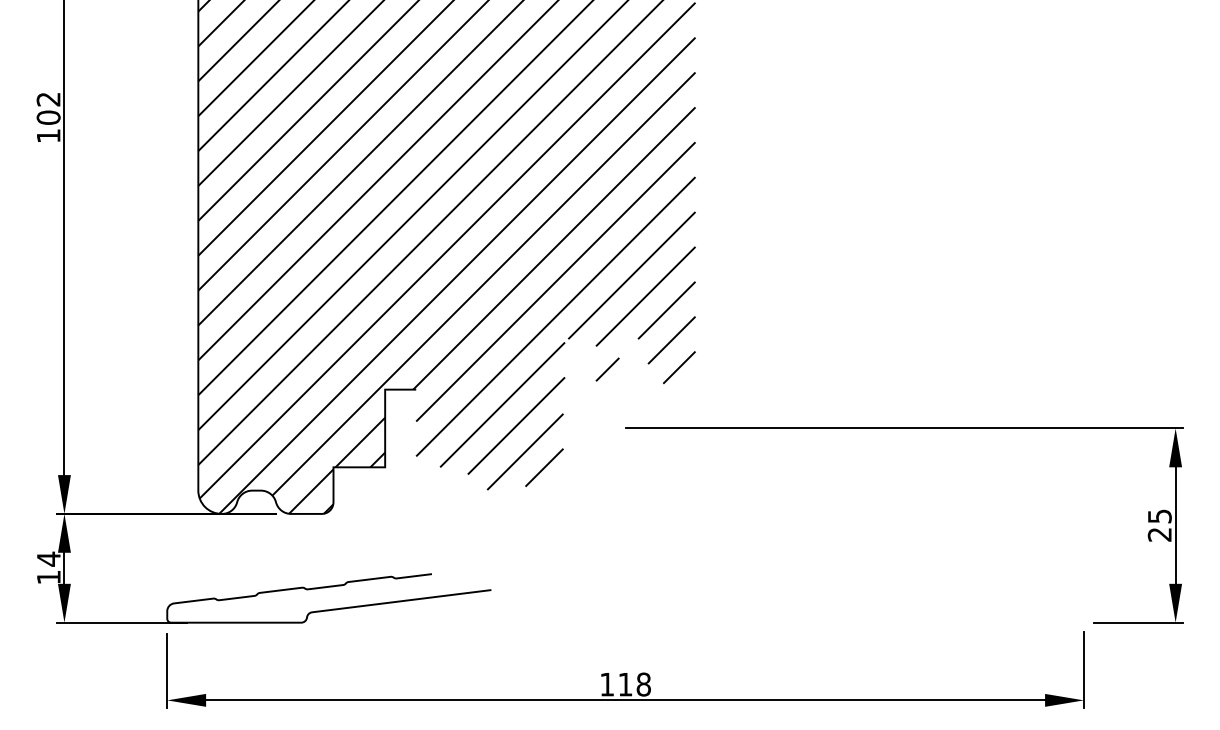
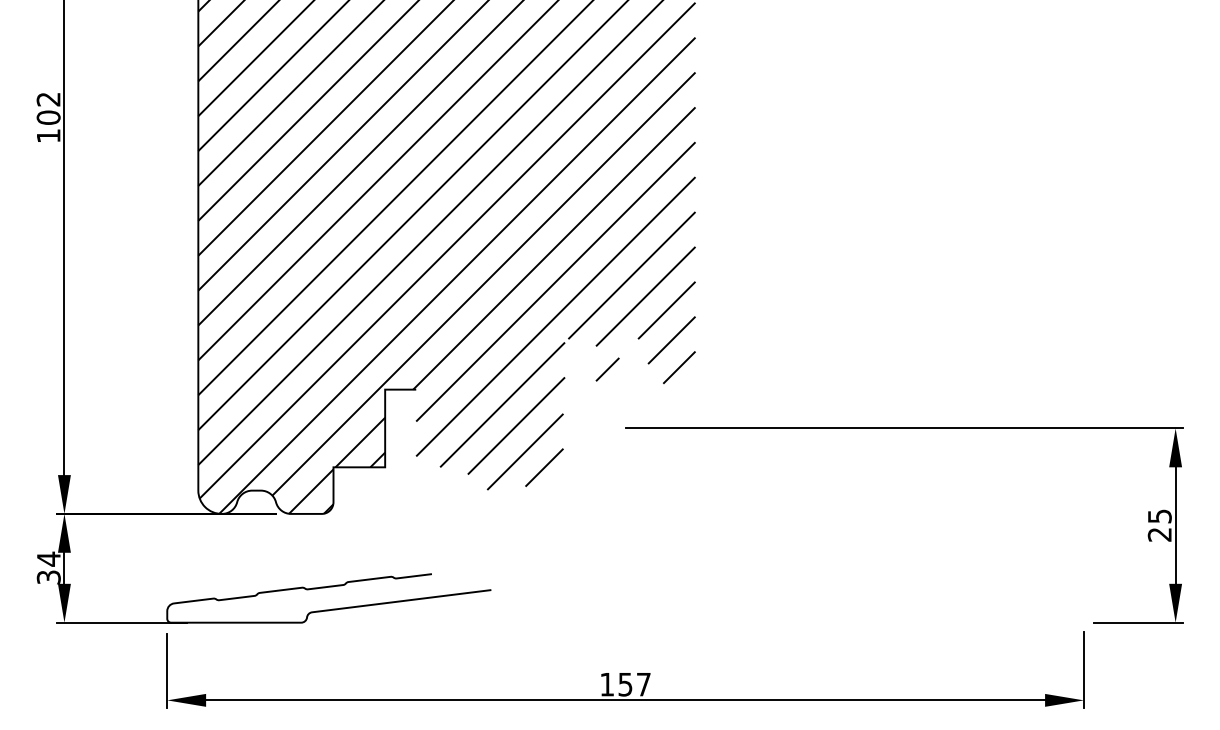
text at (48, 577): 14 -> 34
text at (634, 684): 118 -> 157
